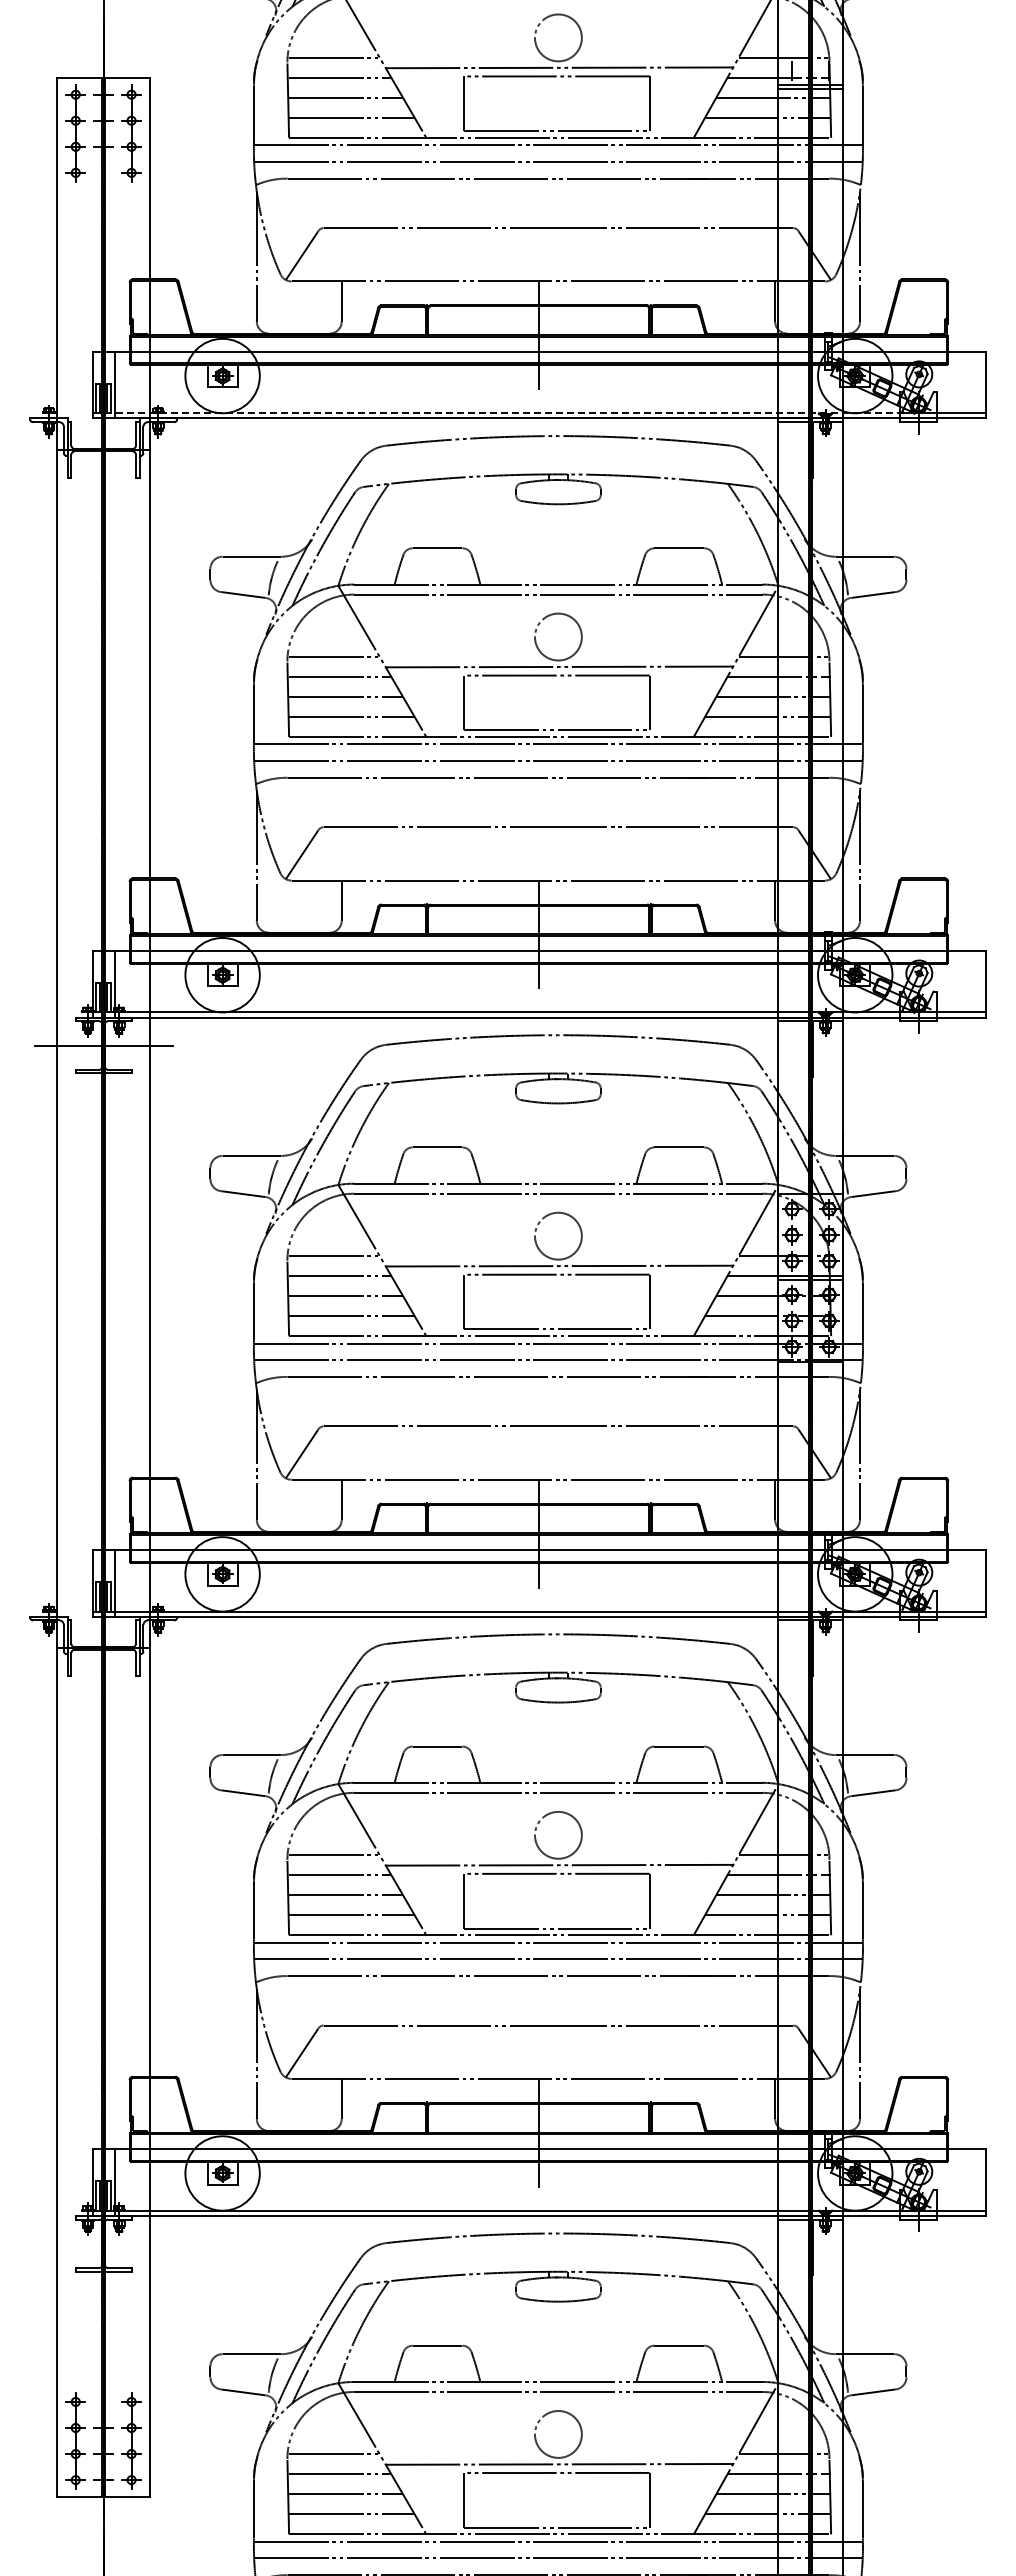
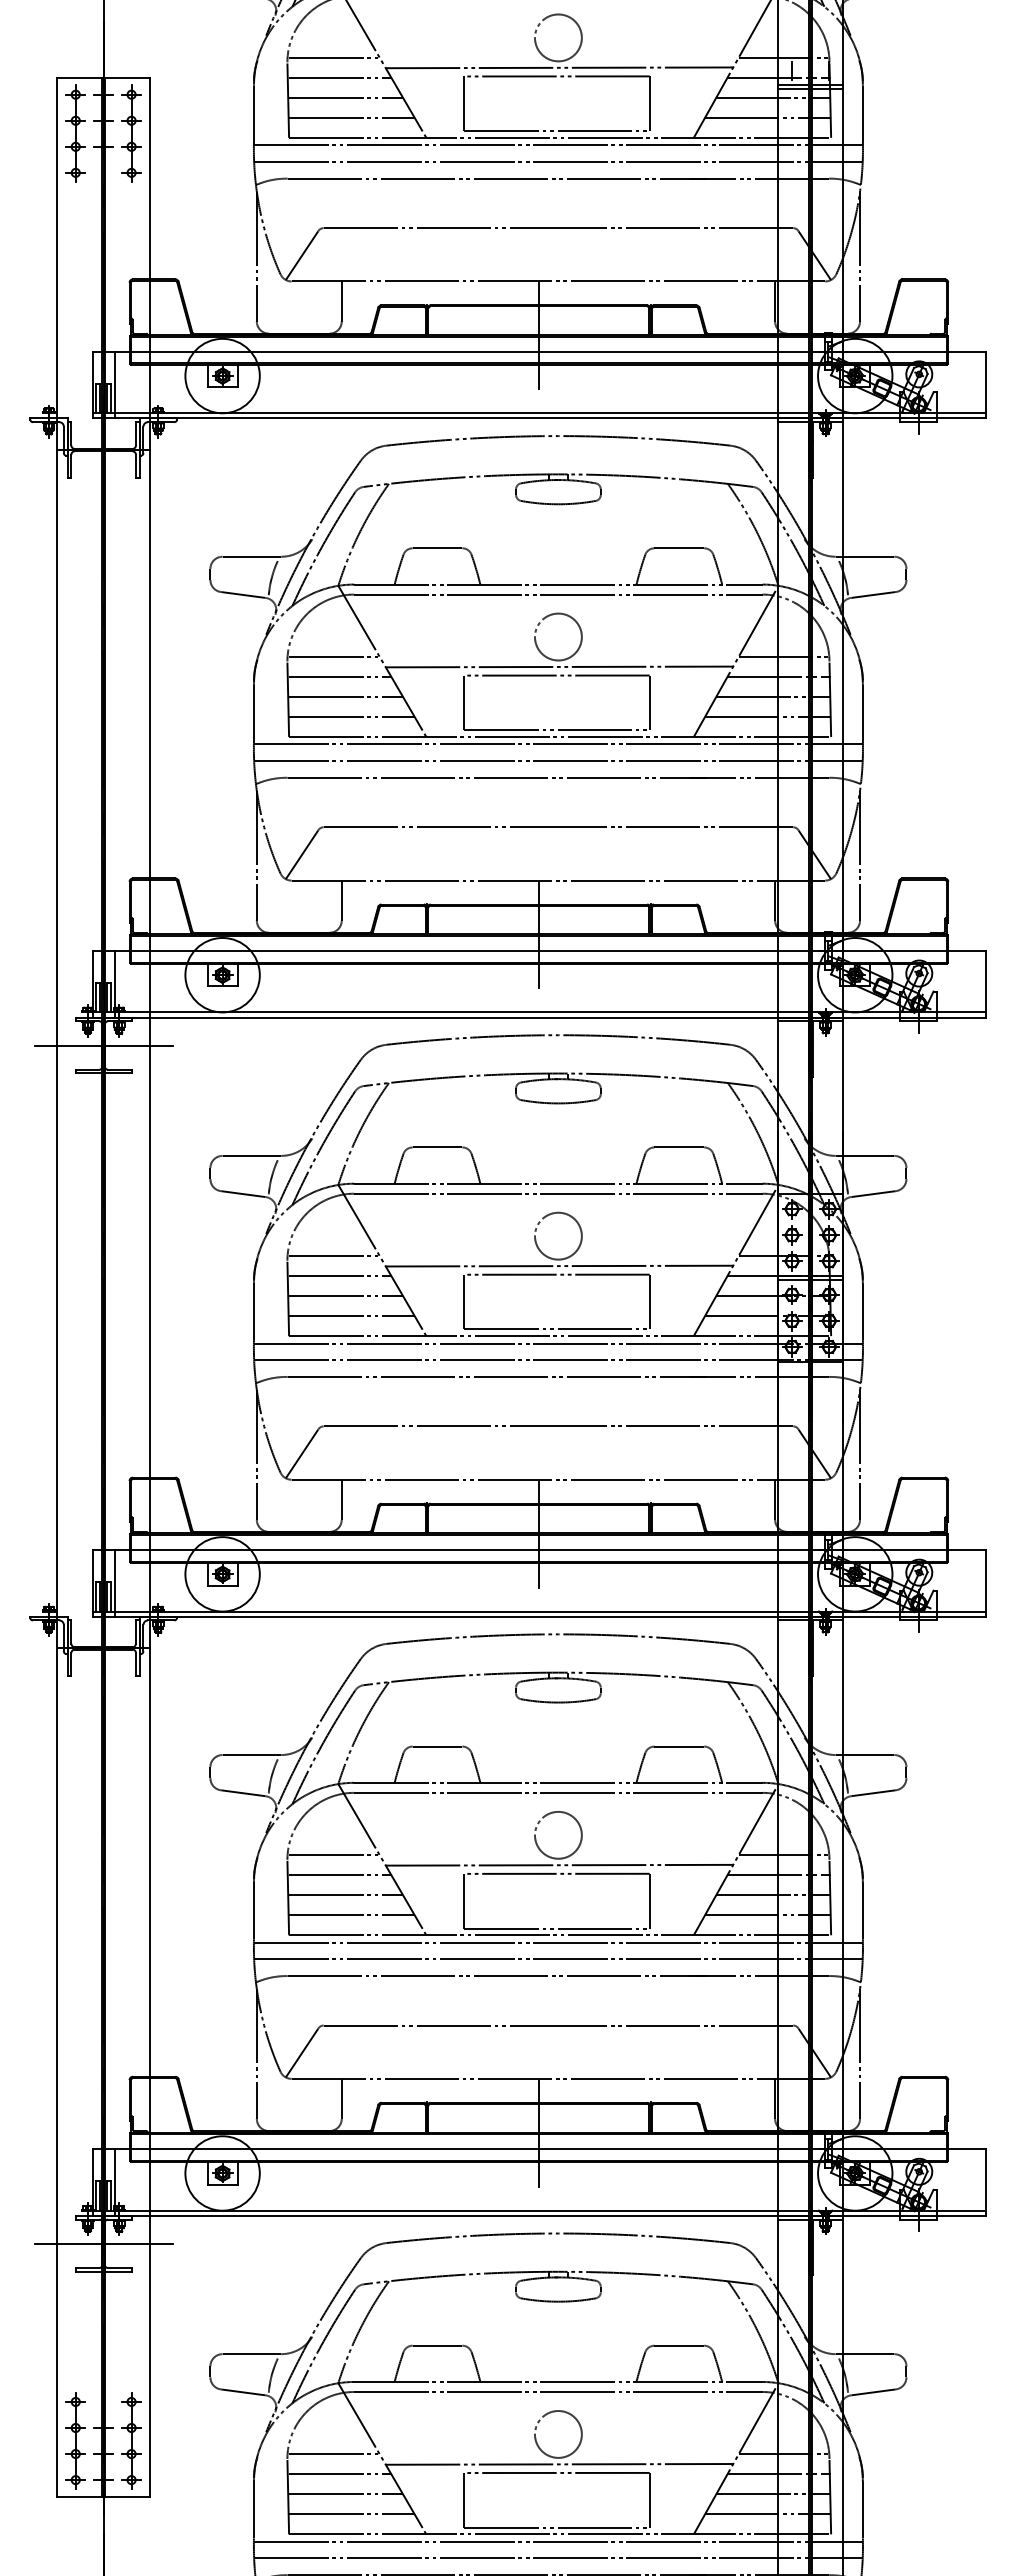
line at (498, 413): dashed -> solid
line at (103, 2243): none -> present
